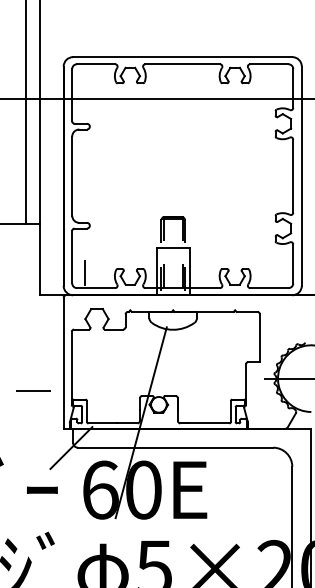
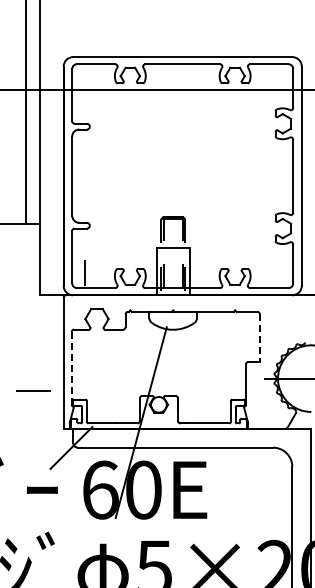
line at (156, 98) position: (156, 98) -> (156, 89)
line at (259, 338): solid -> dashed
line at (71, 368): solid -> dashed
